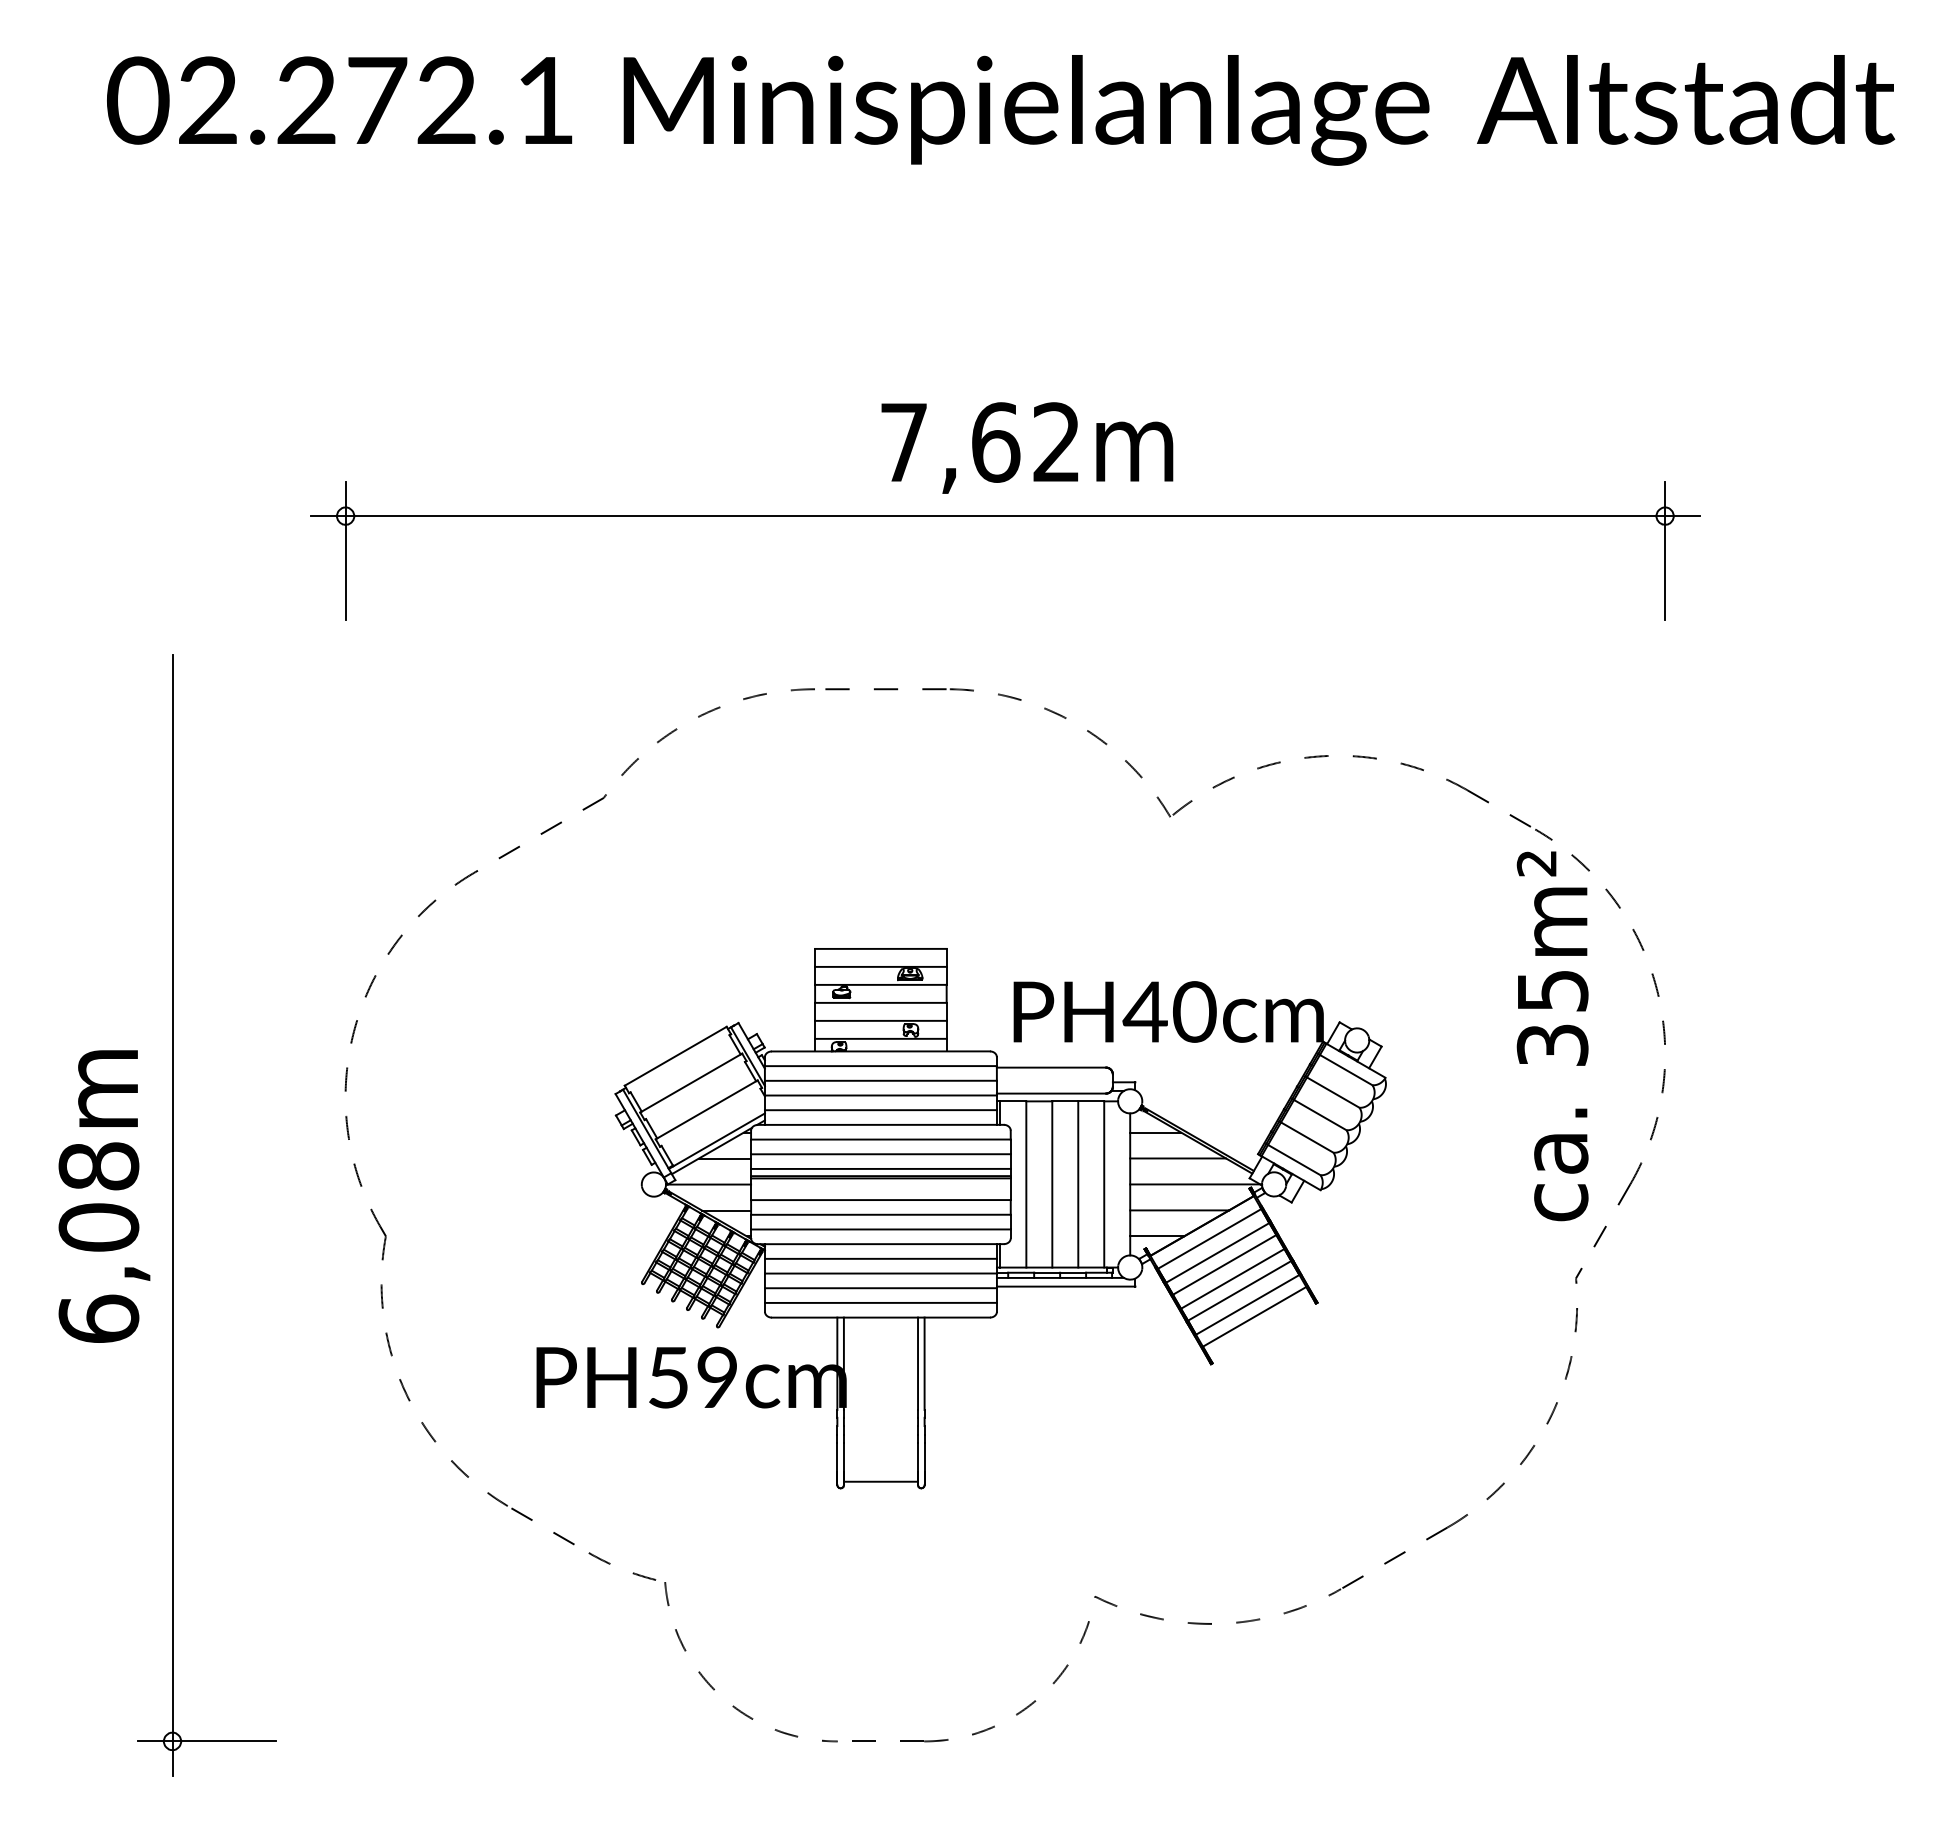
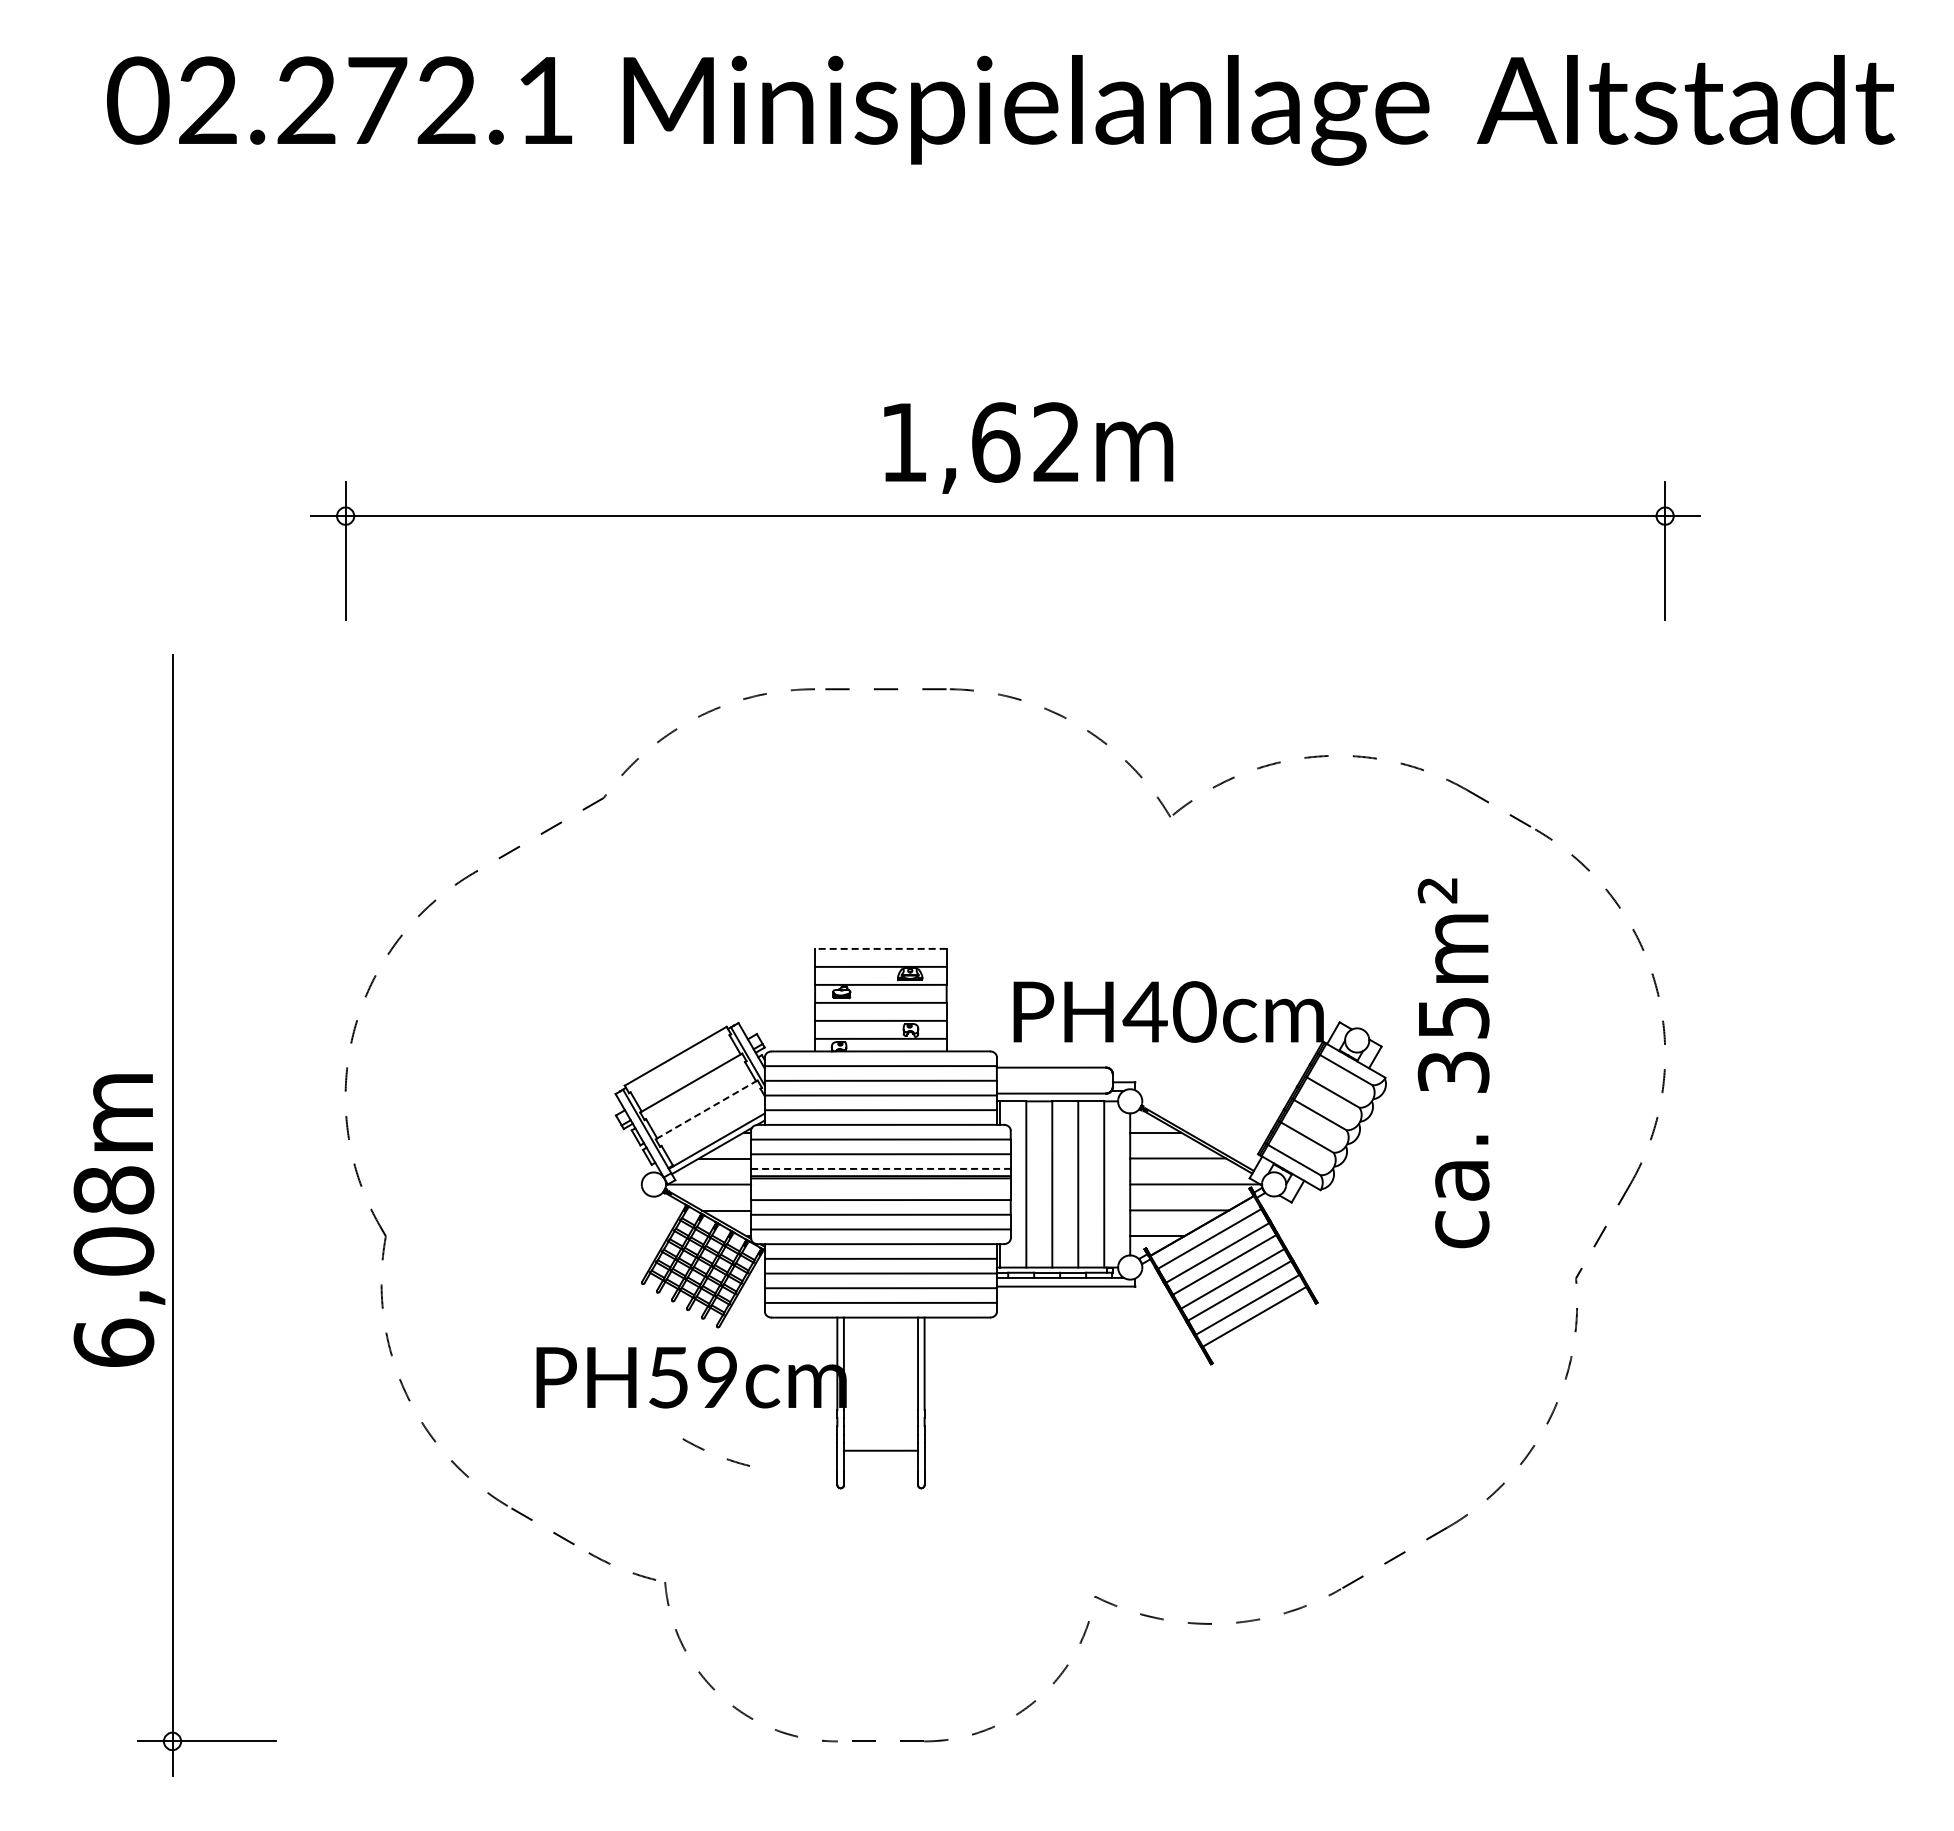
text at (903, 442): 7,62m -> 1,62m
line at (880, 948): solid -> dashed
text at (1552, 1036) position: (1552, 1036) -> (1453, 1063)
line at (706, 1109): solid -> dashed
line at (880, 1168): solid -> dashed
text at (104, 1196) position: (104, 1196) -> (119, 1220)
arc at (704, 1450): none -> present
line at (880, 1481) position: (880, 1481) -> (880, 1450)
